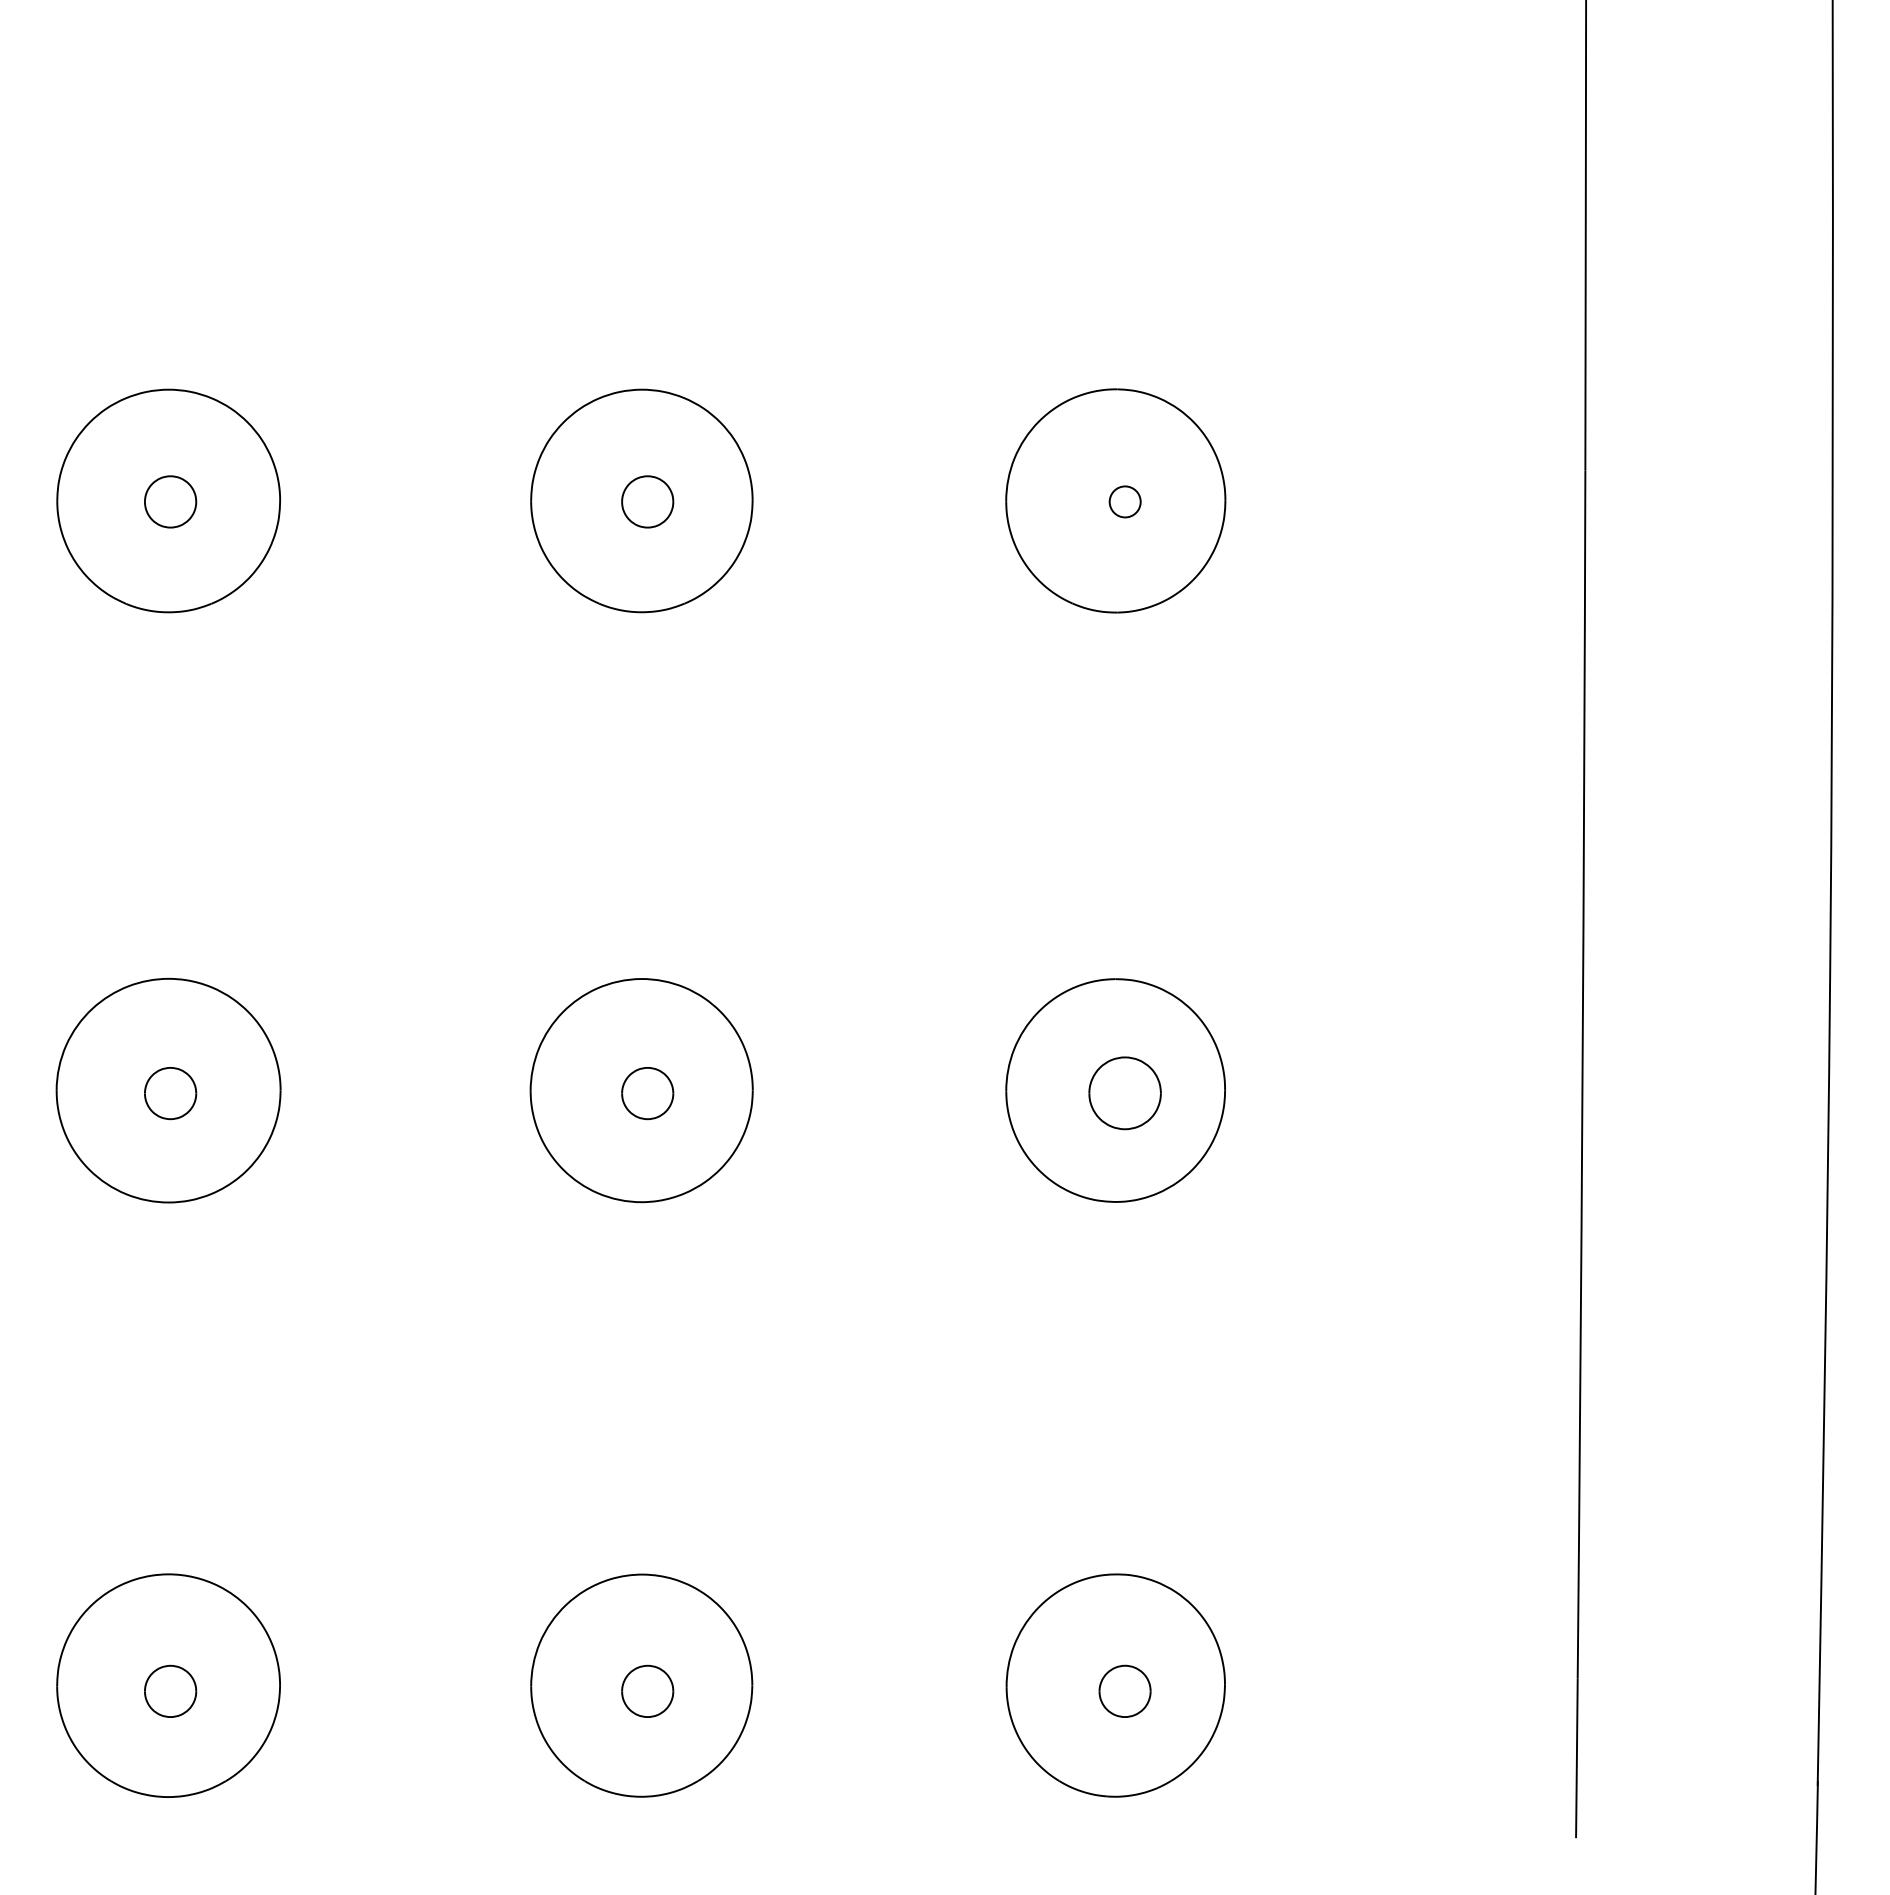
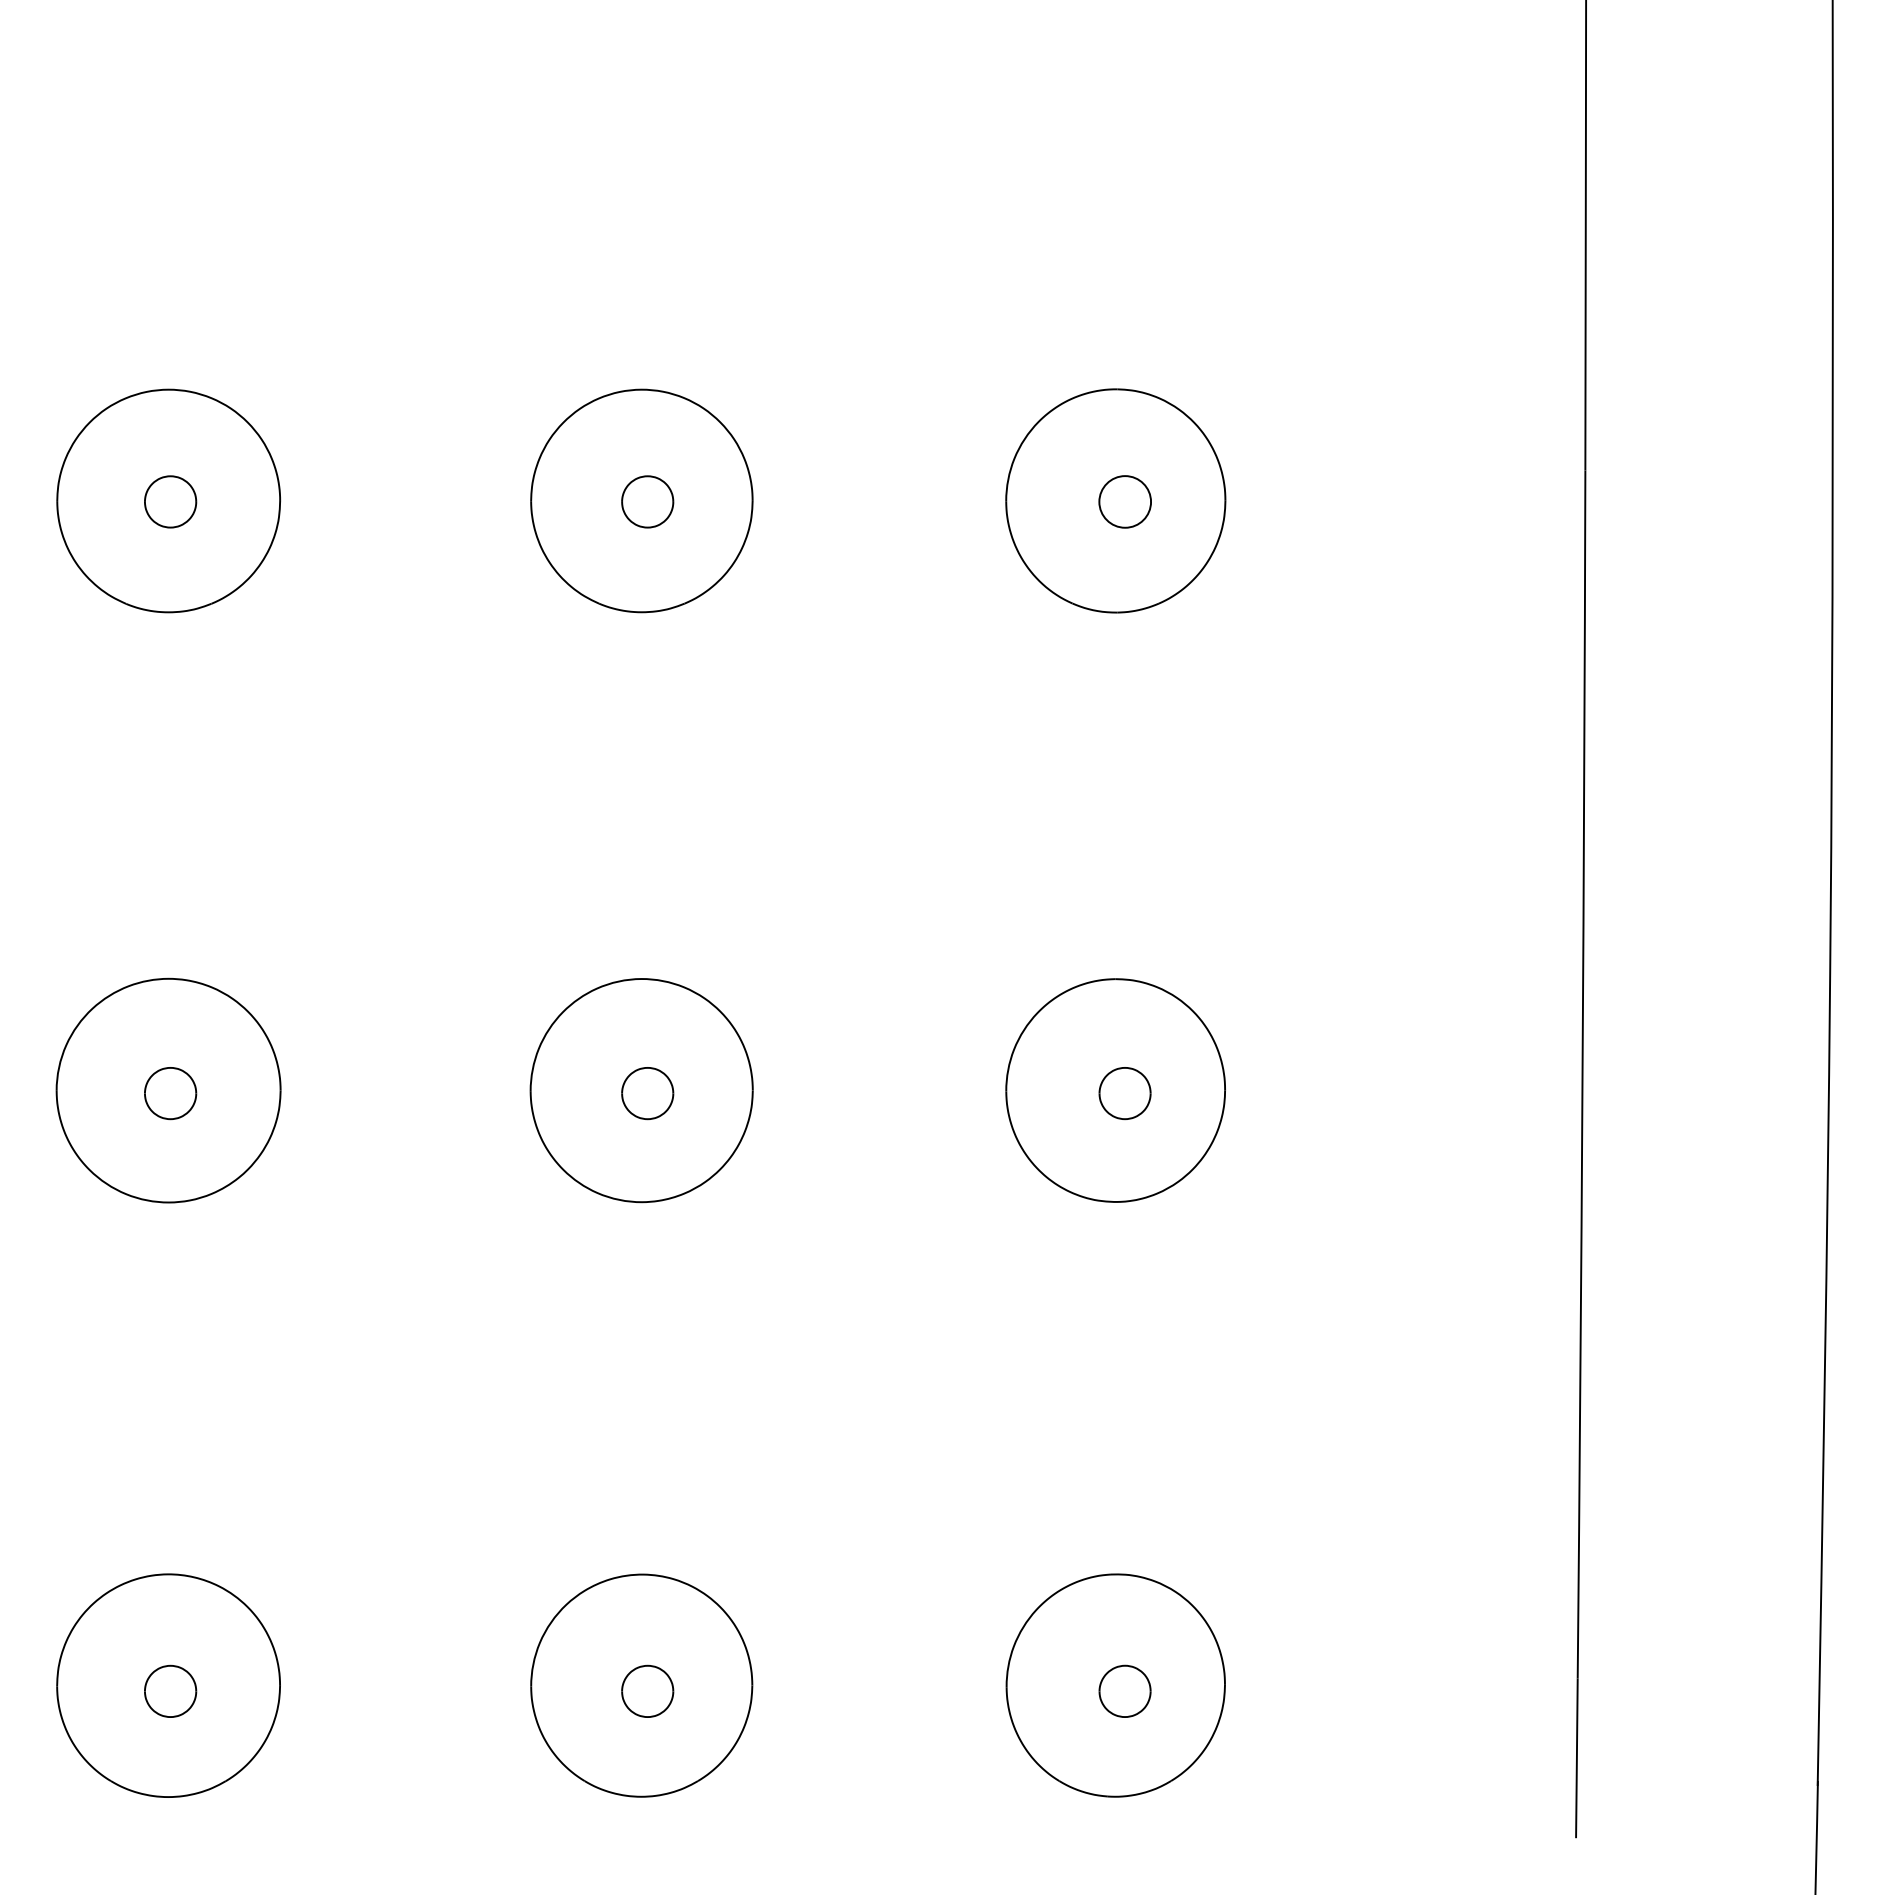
circle at (1124, 501) diameter: 31 px -> 52 px
part at (1124, 1093) size: 74x75 px -> 54x54 px
